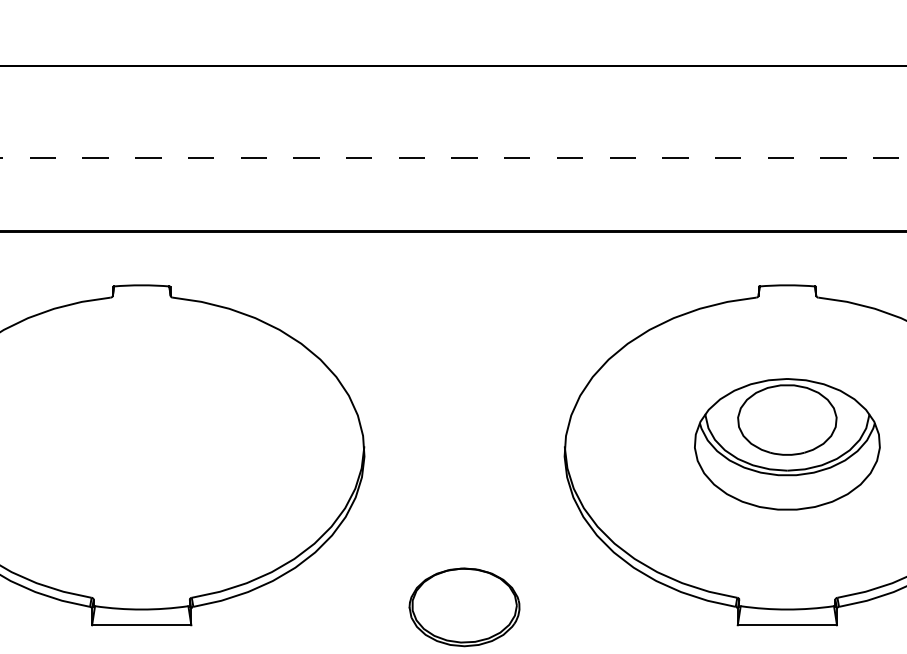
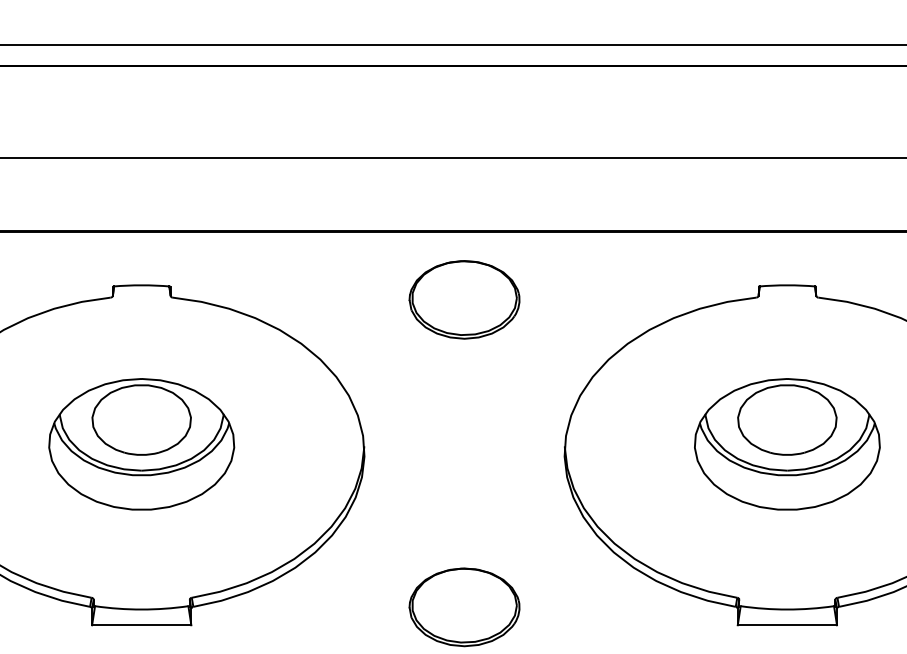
line at (452, 45): none -> present
line at (453, 157): dashed -> solid
part at (464, 299): none -> present
part at (141, 444): none -> present
